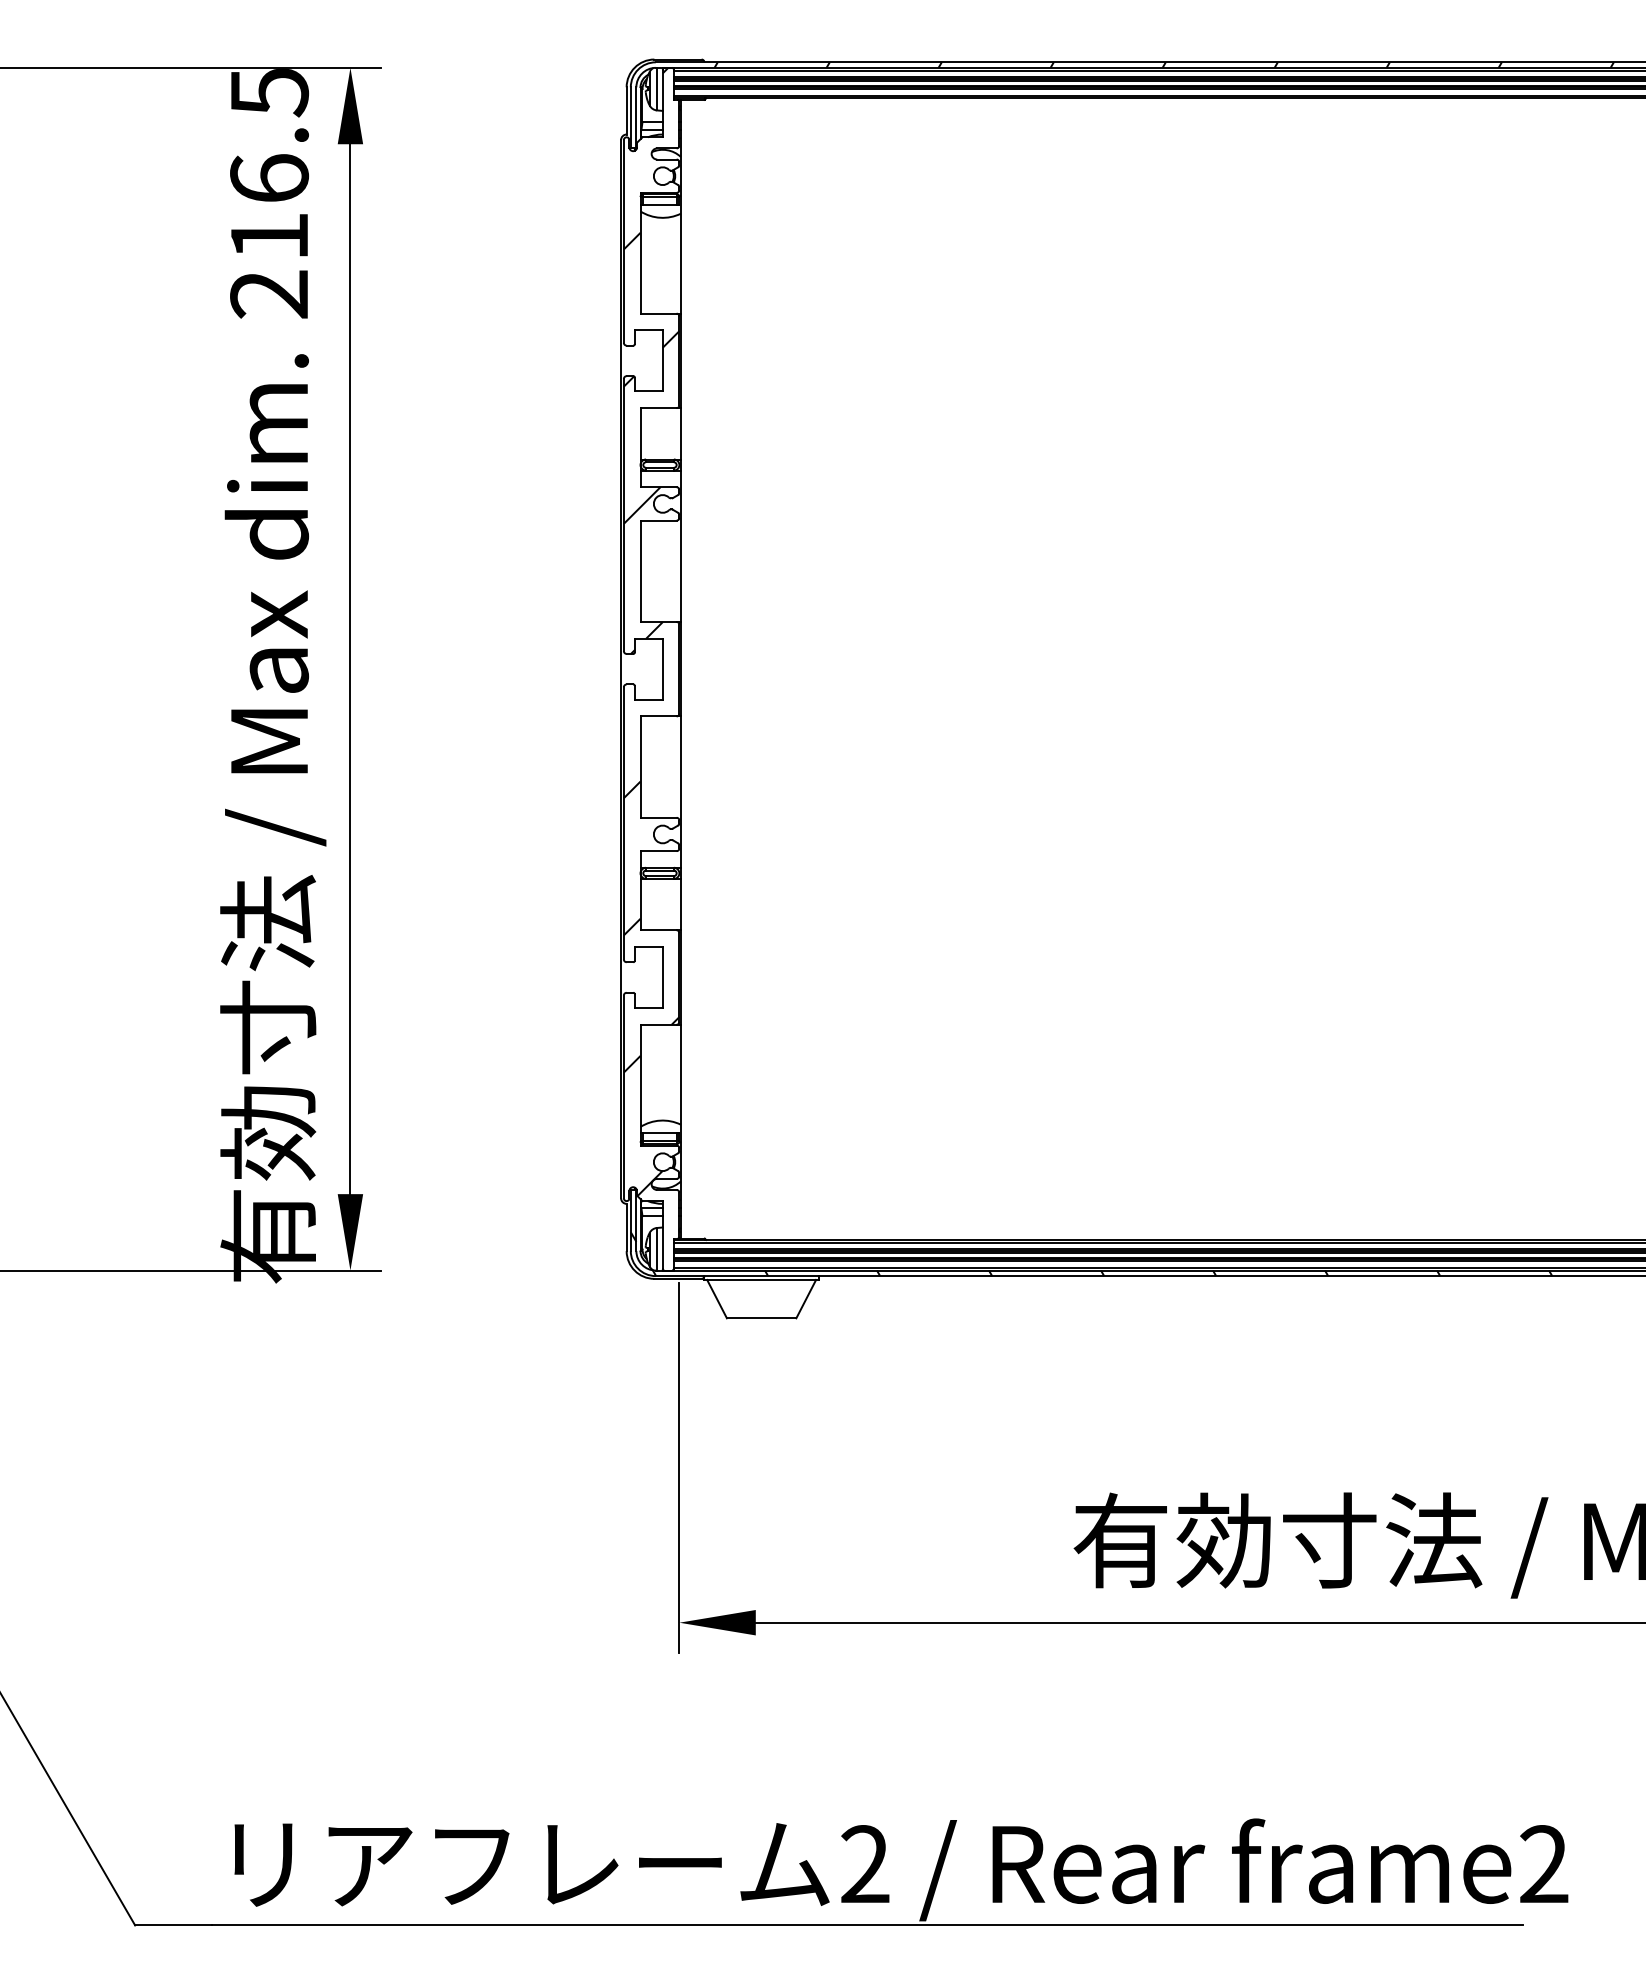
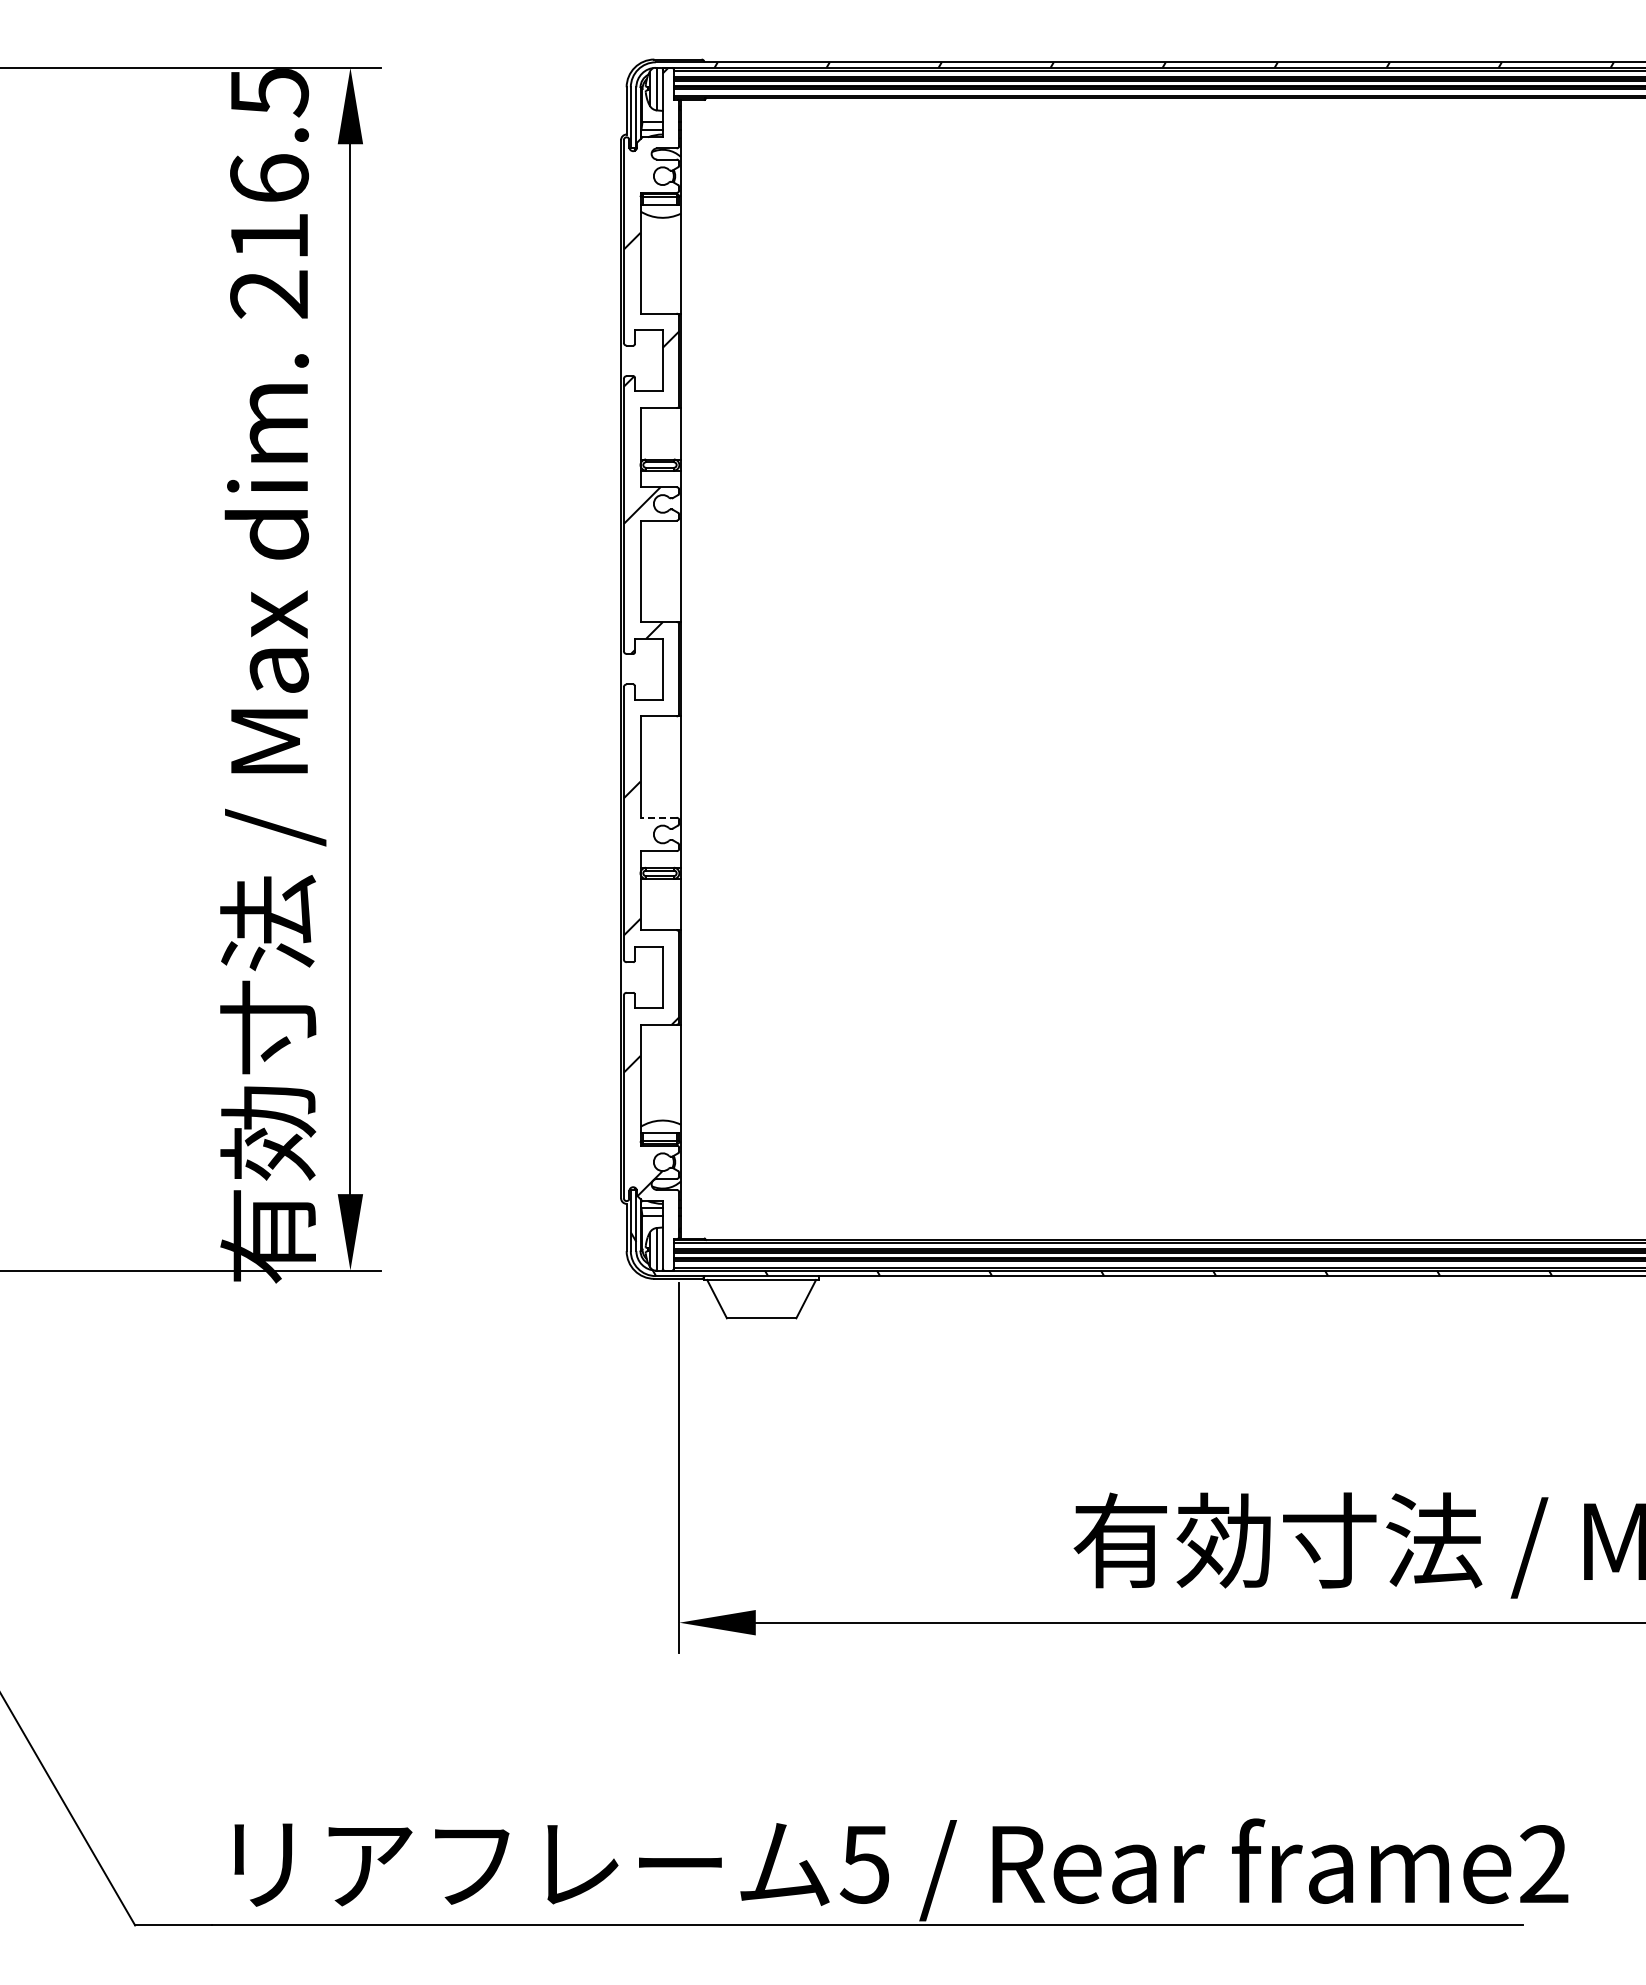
line at (658, 817): solid -> dashed
text at (864, 1864): 2 -> 5
